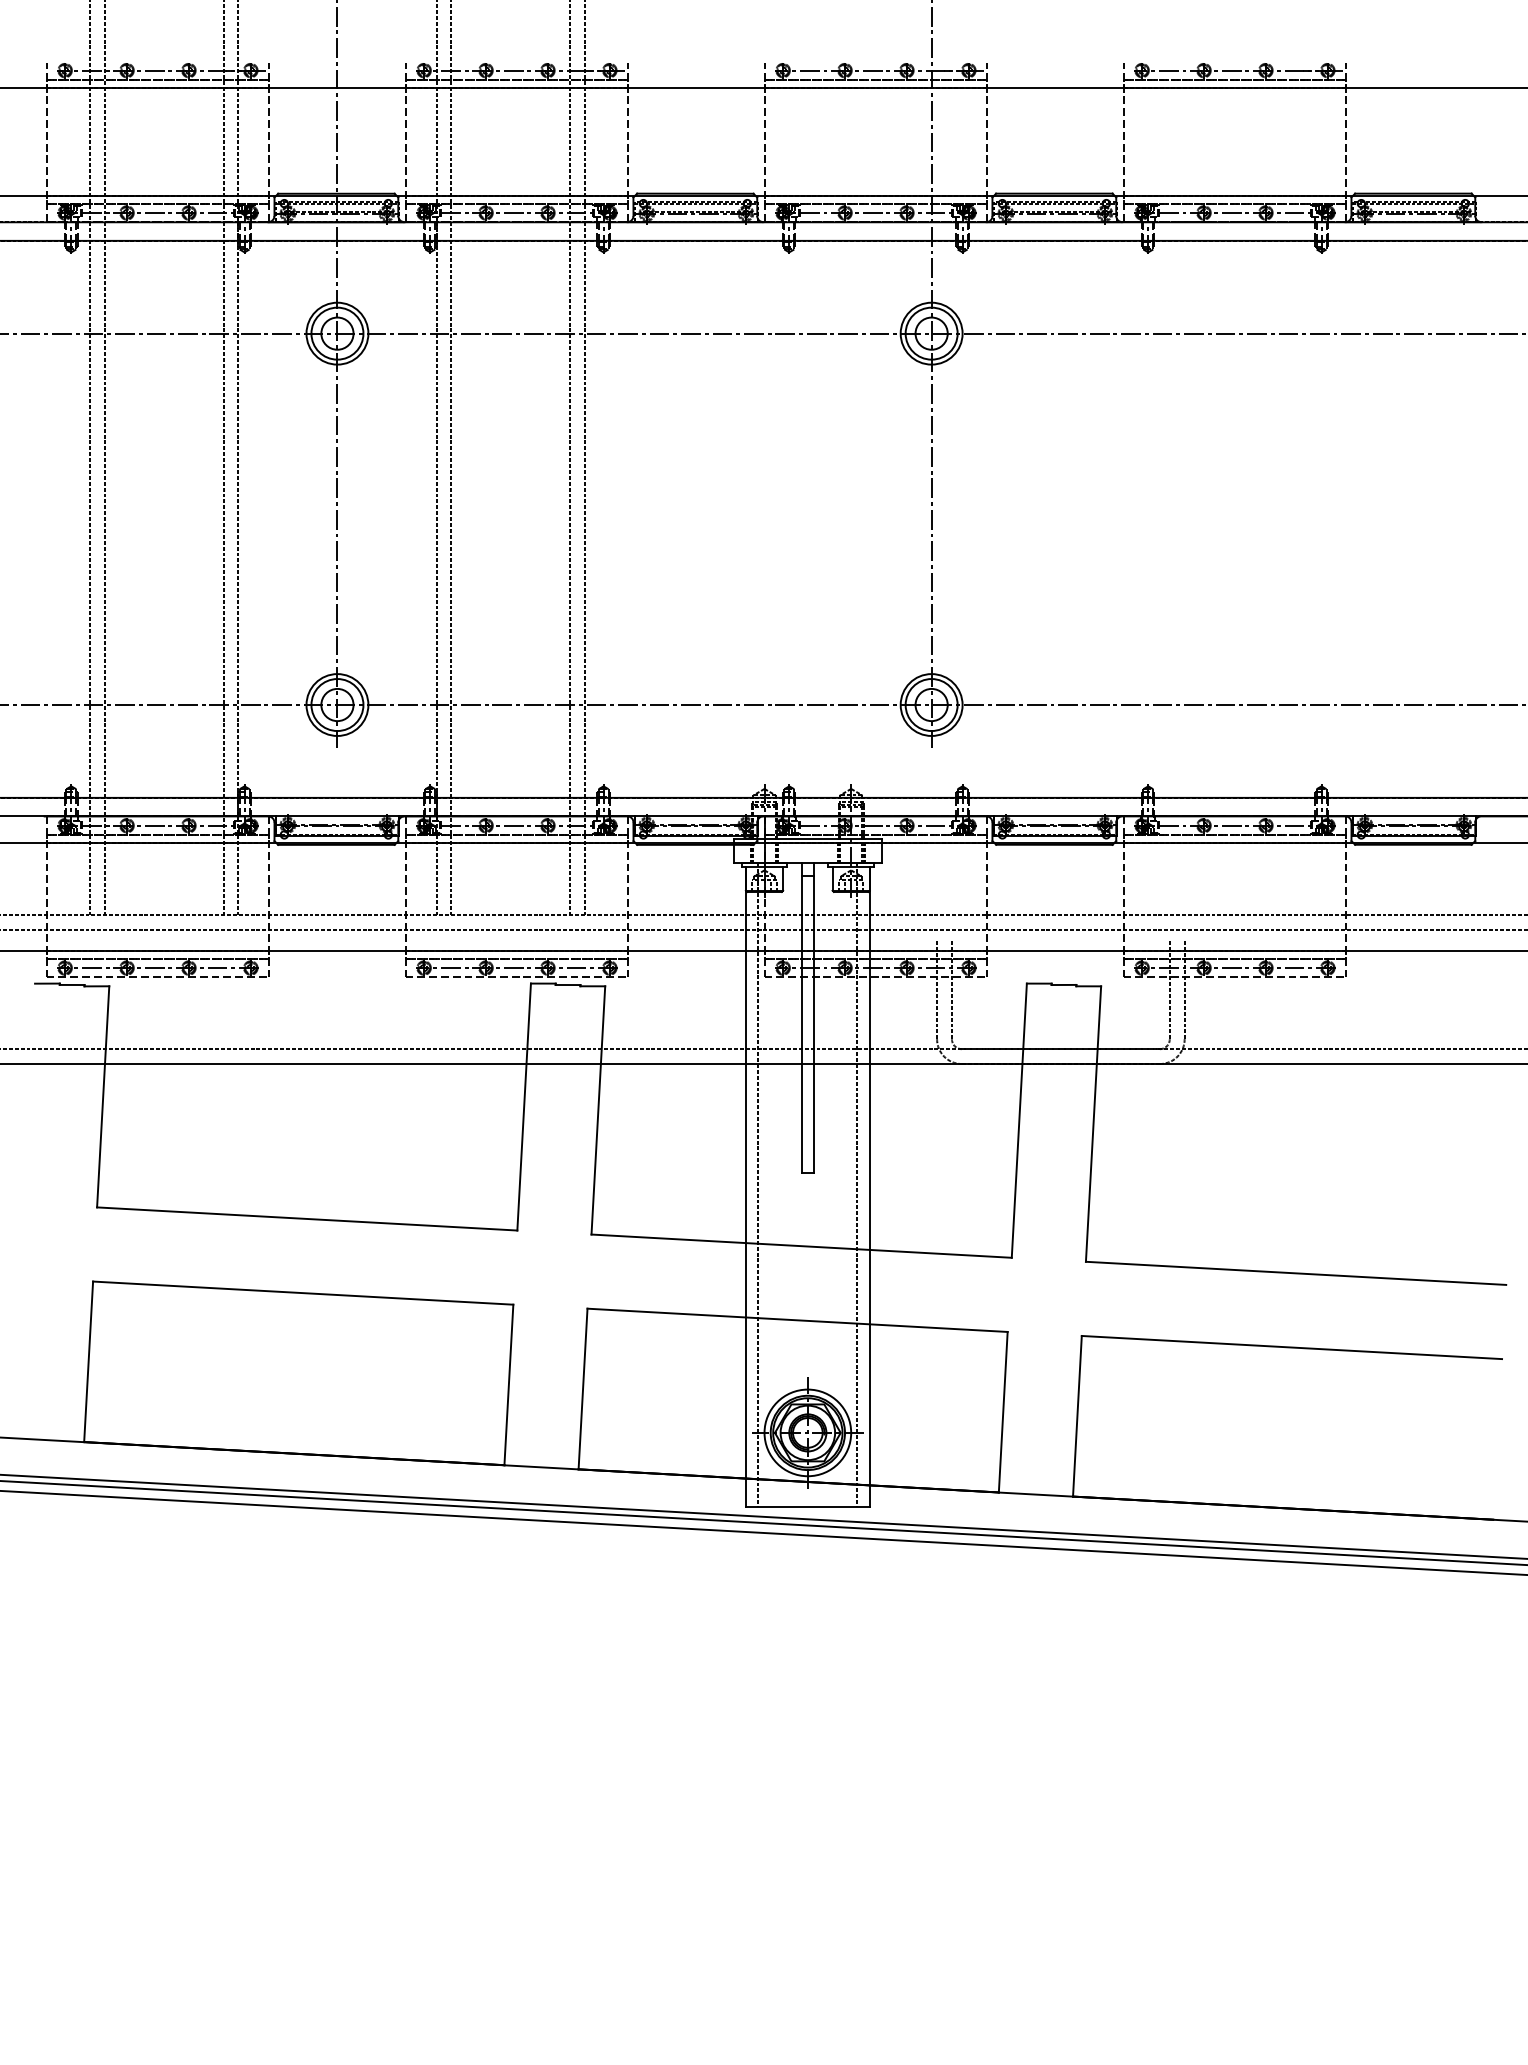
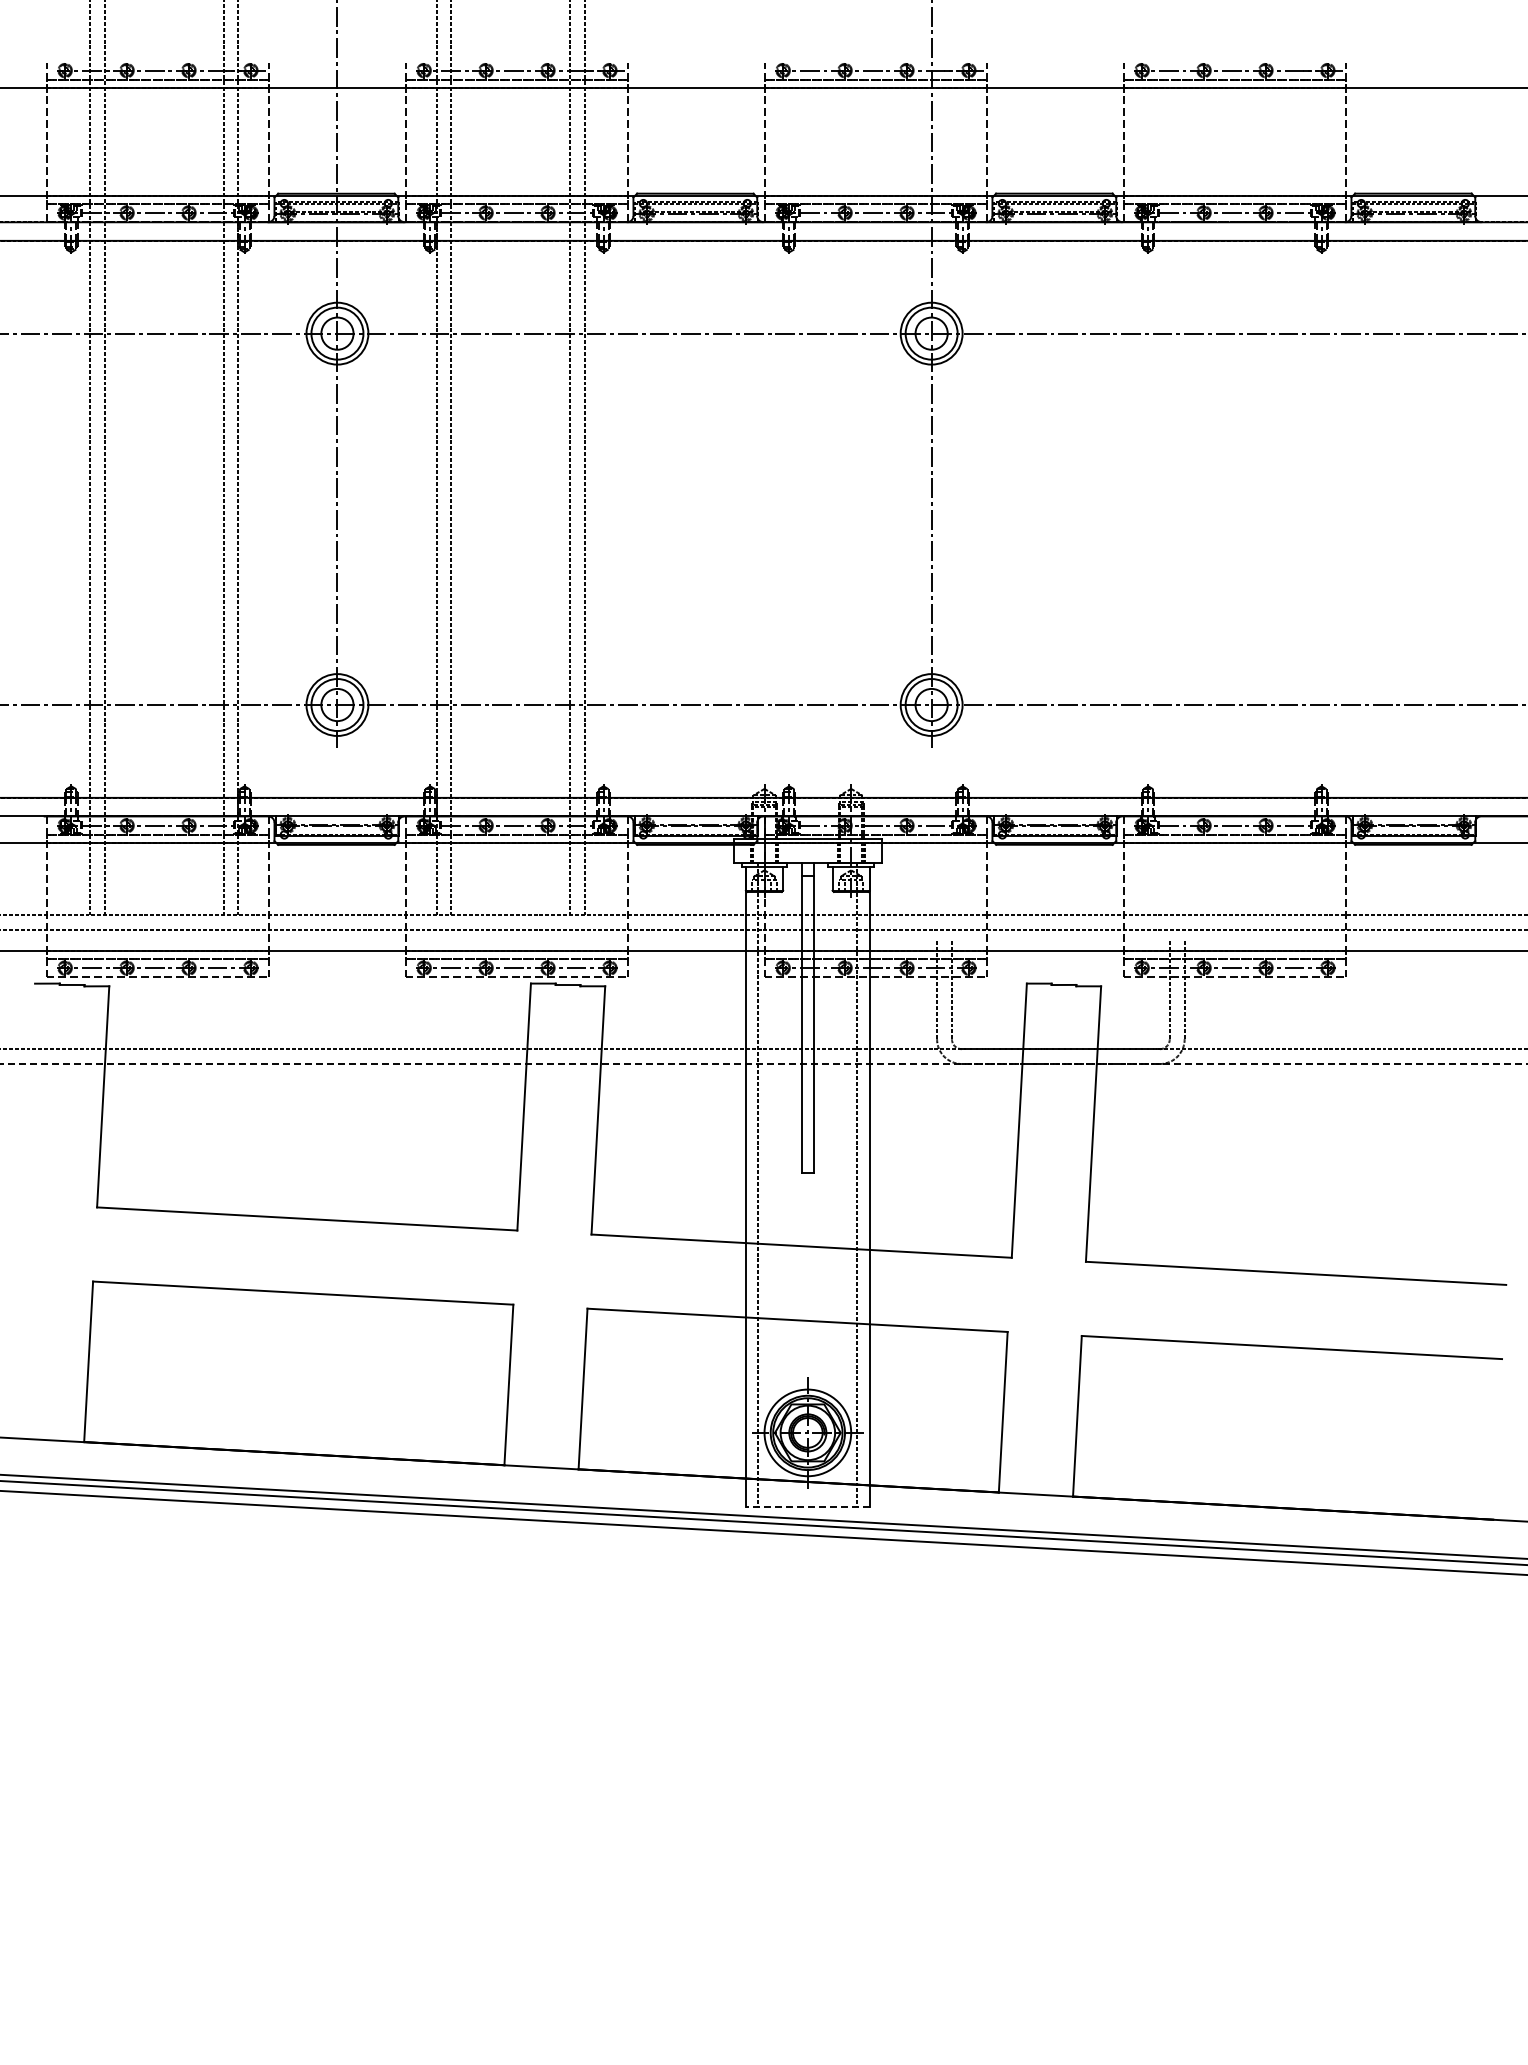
line at (763, 1064): solid -> dashed
line at (807, 1507): solid -> dashed
